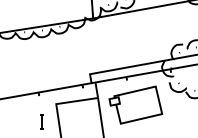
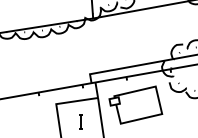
line at (41, 121) position: (41, 121) -> (80, 121)
